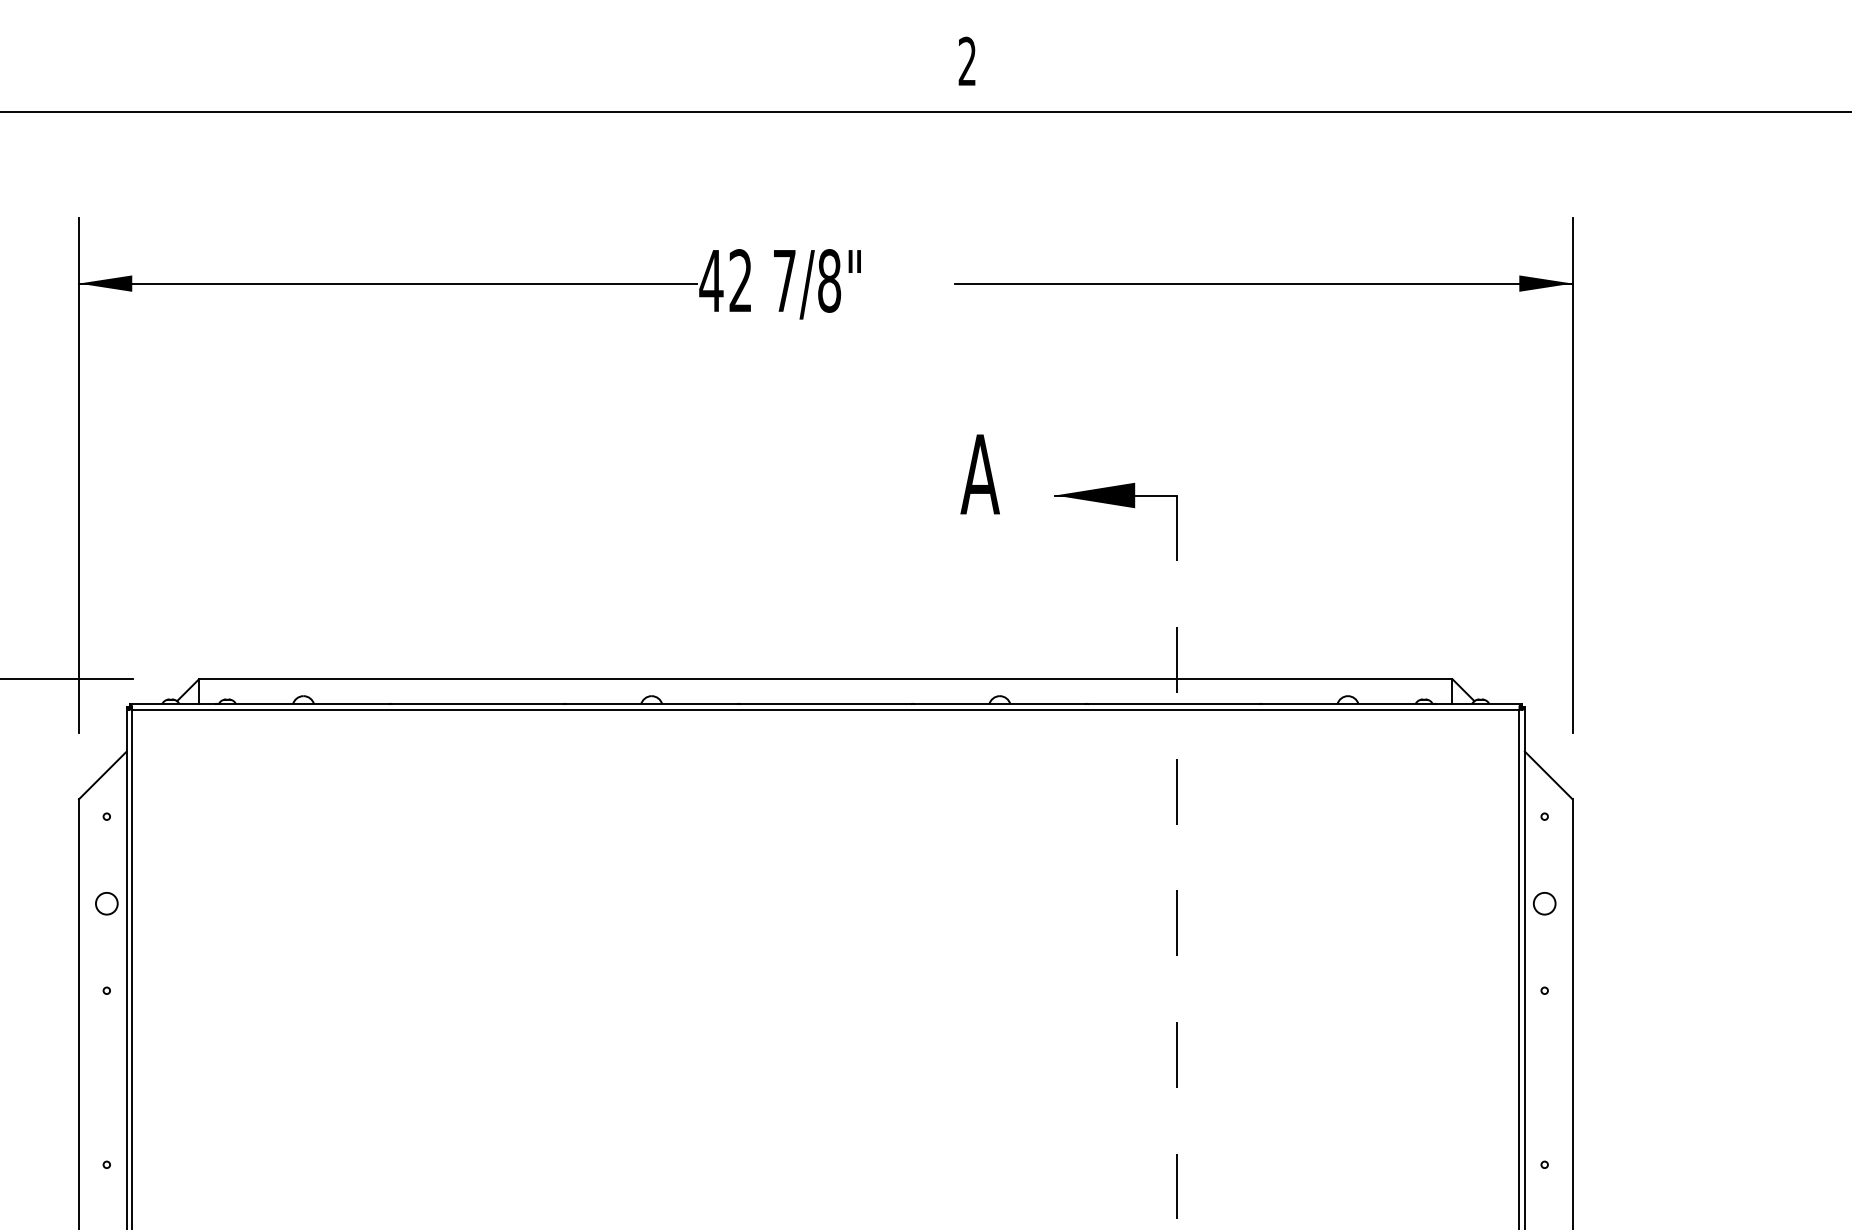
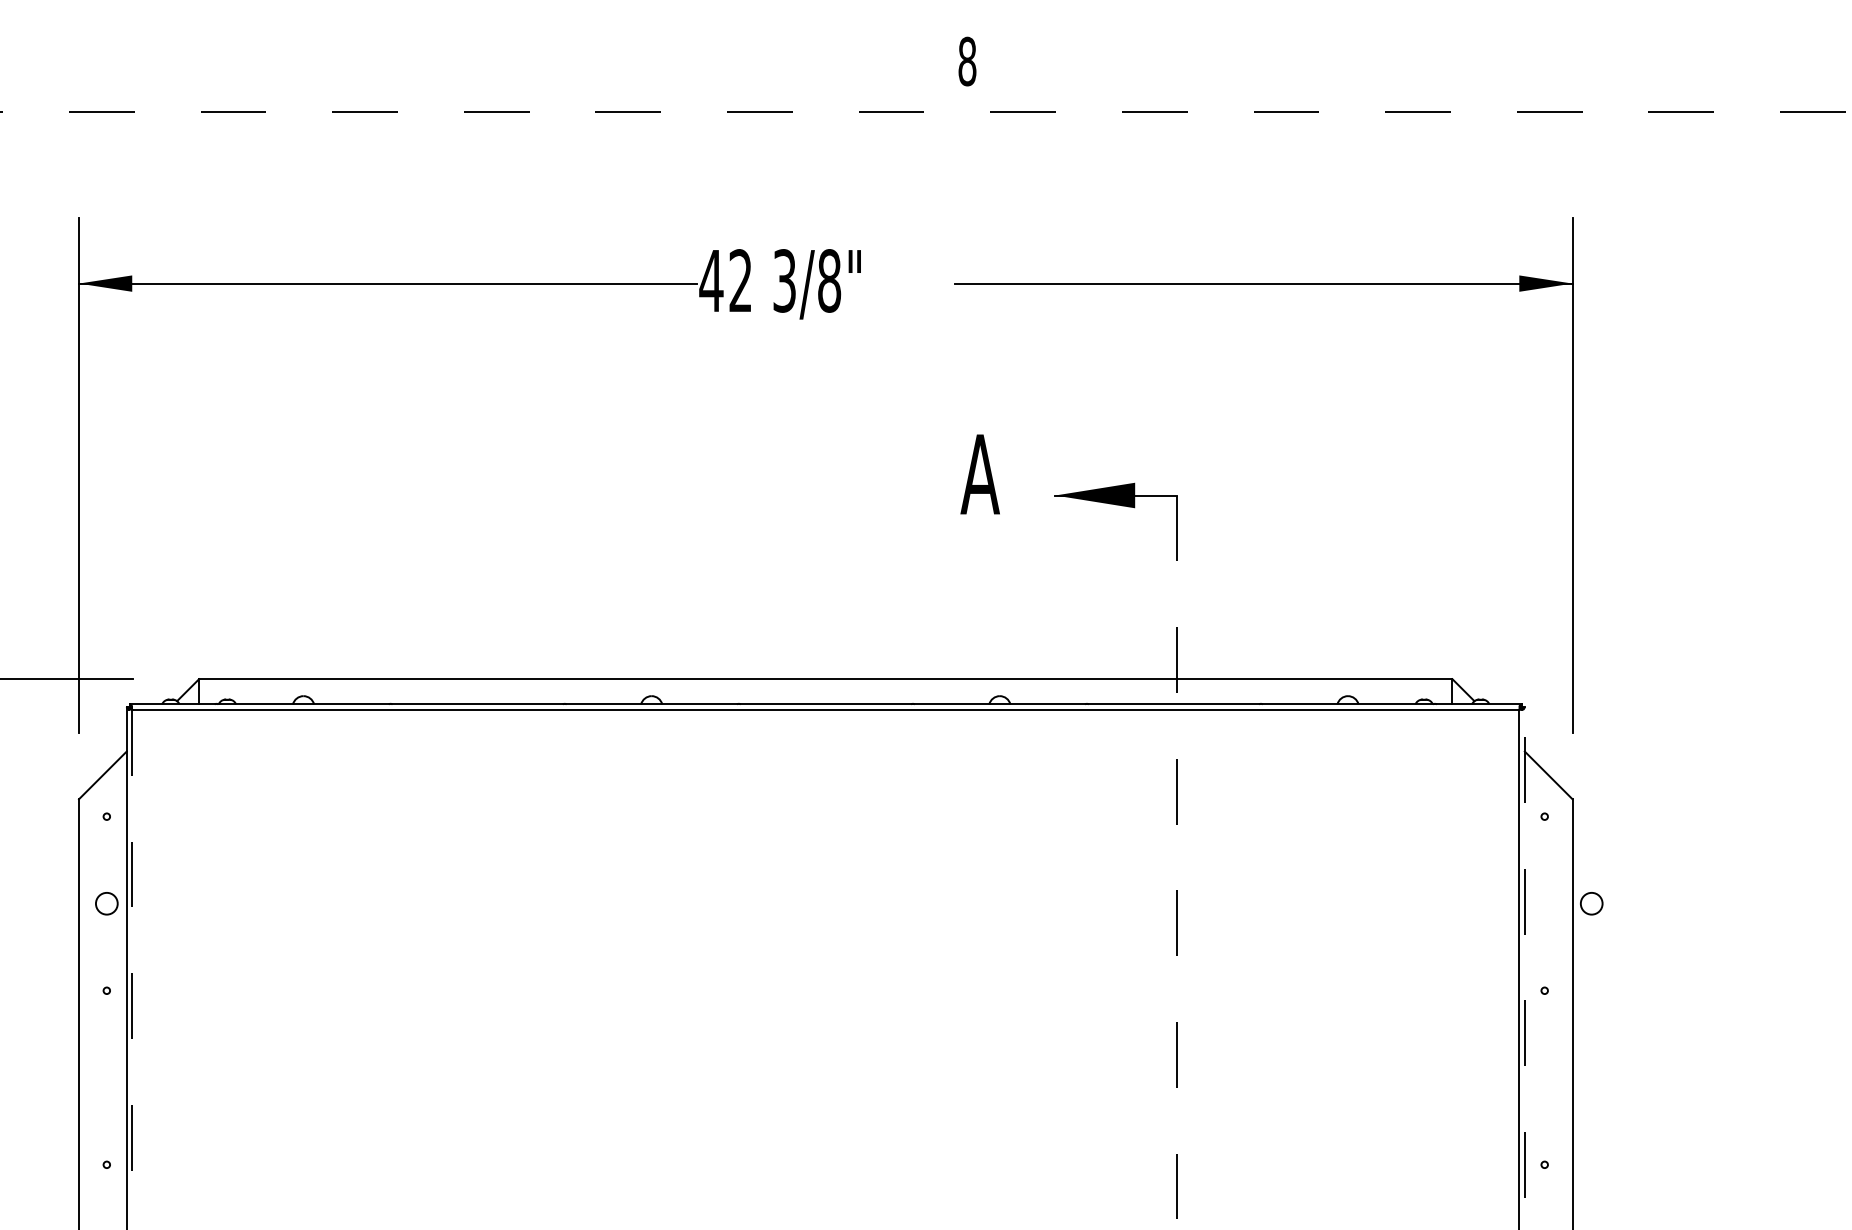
text at (967, 61): 2 -> 8
line at (926, 111): solid -> dashed
text at (784, 280): 7/8" -> 3/8"
circle at (1544, 903) position: (1544, 903) -> (1591, 903)
line at (1524, 968): solid -> dashed
line at (132, 969): solid -> dashed
